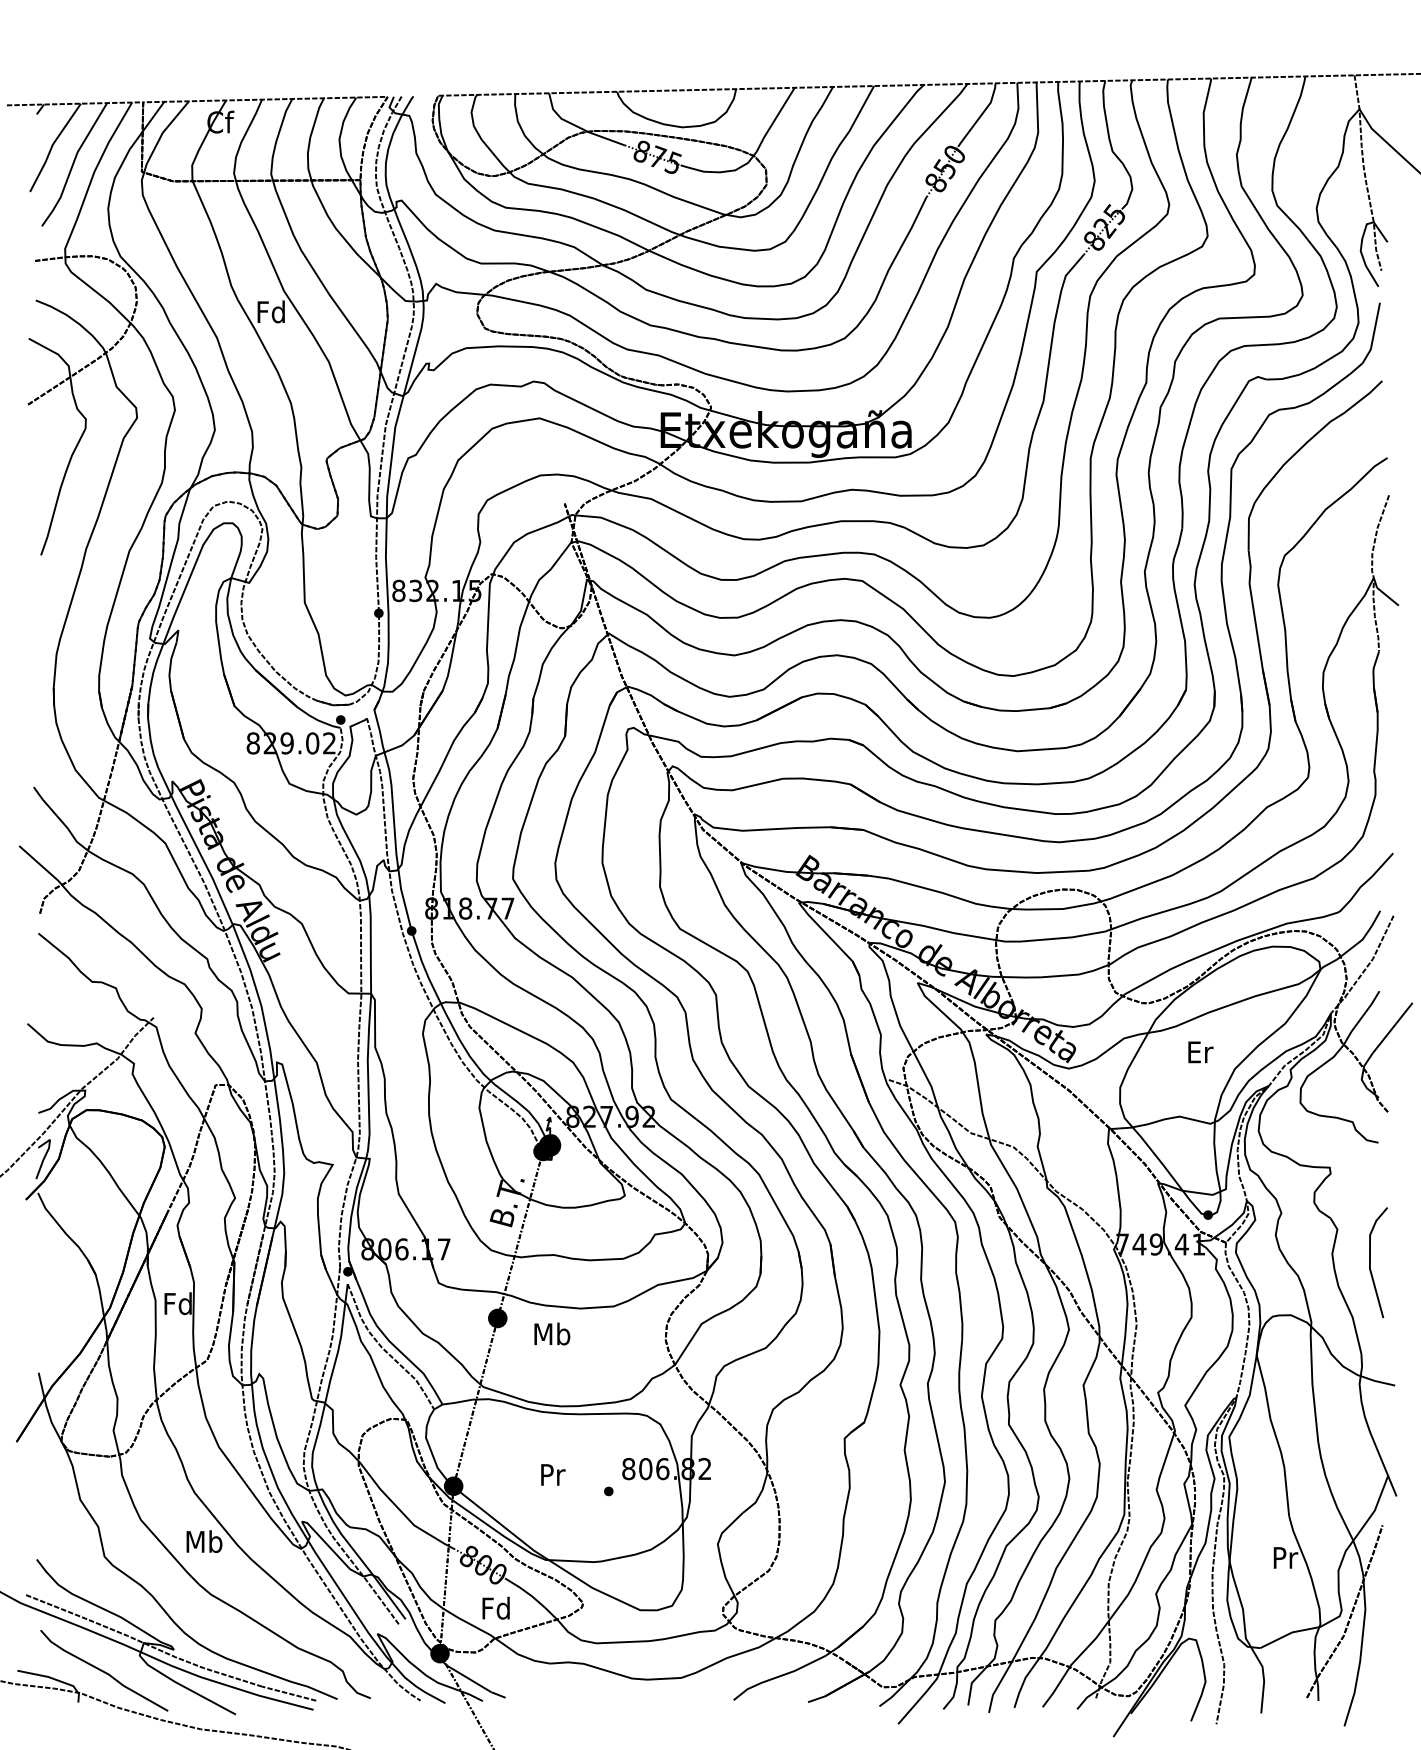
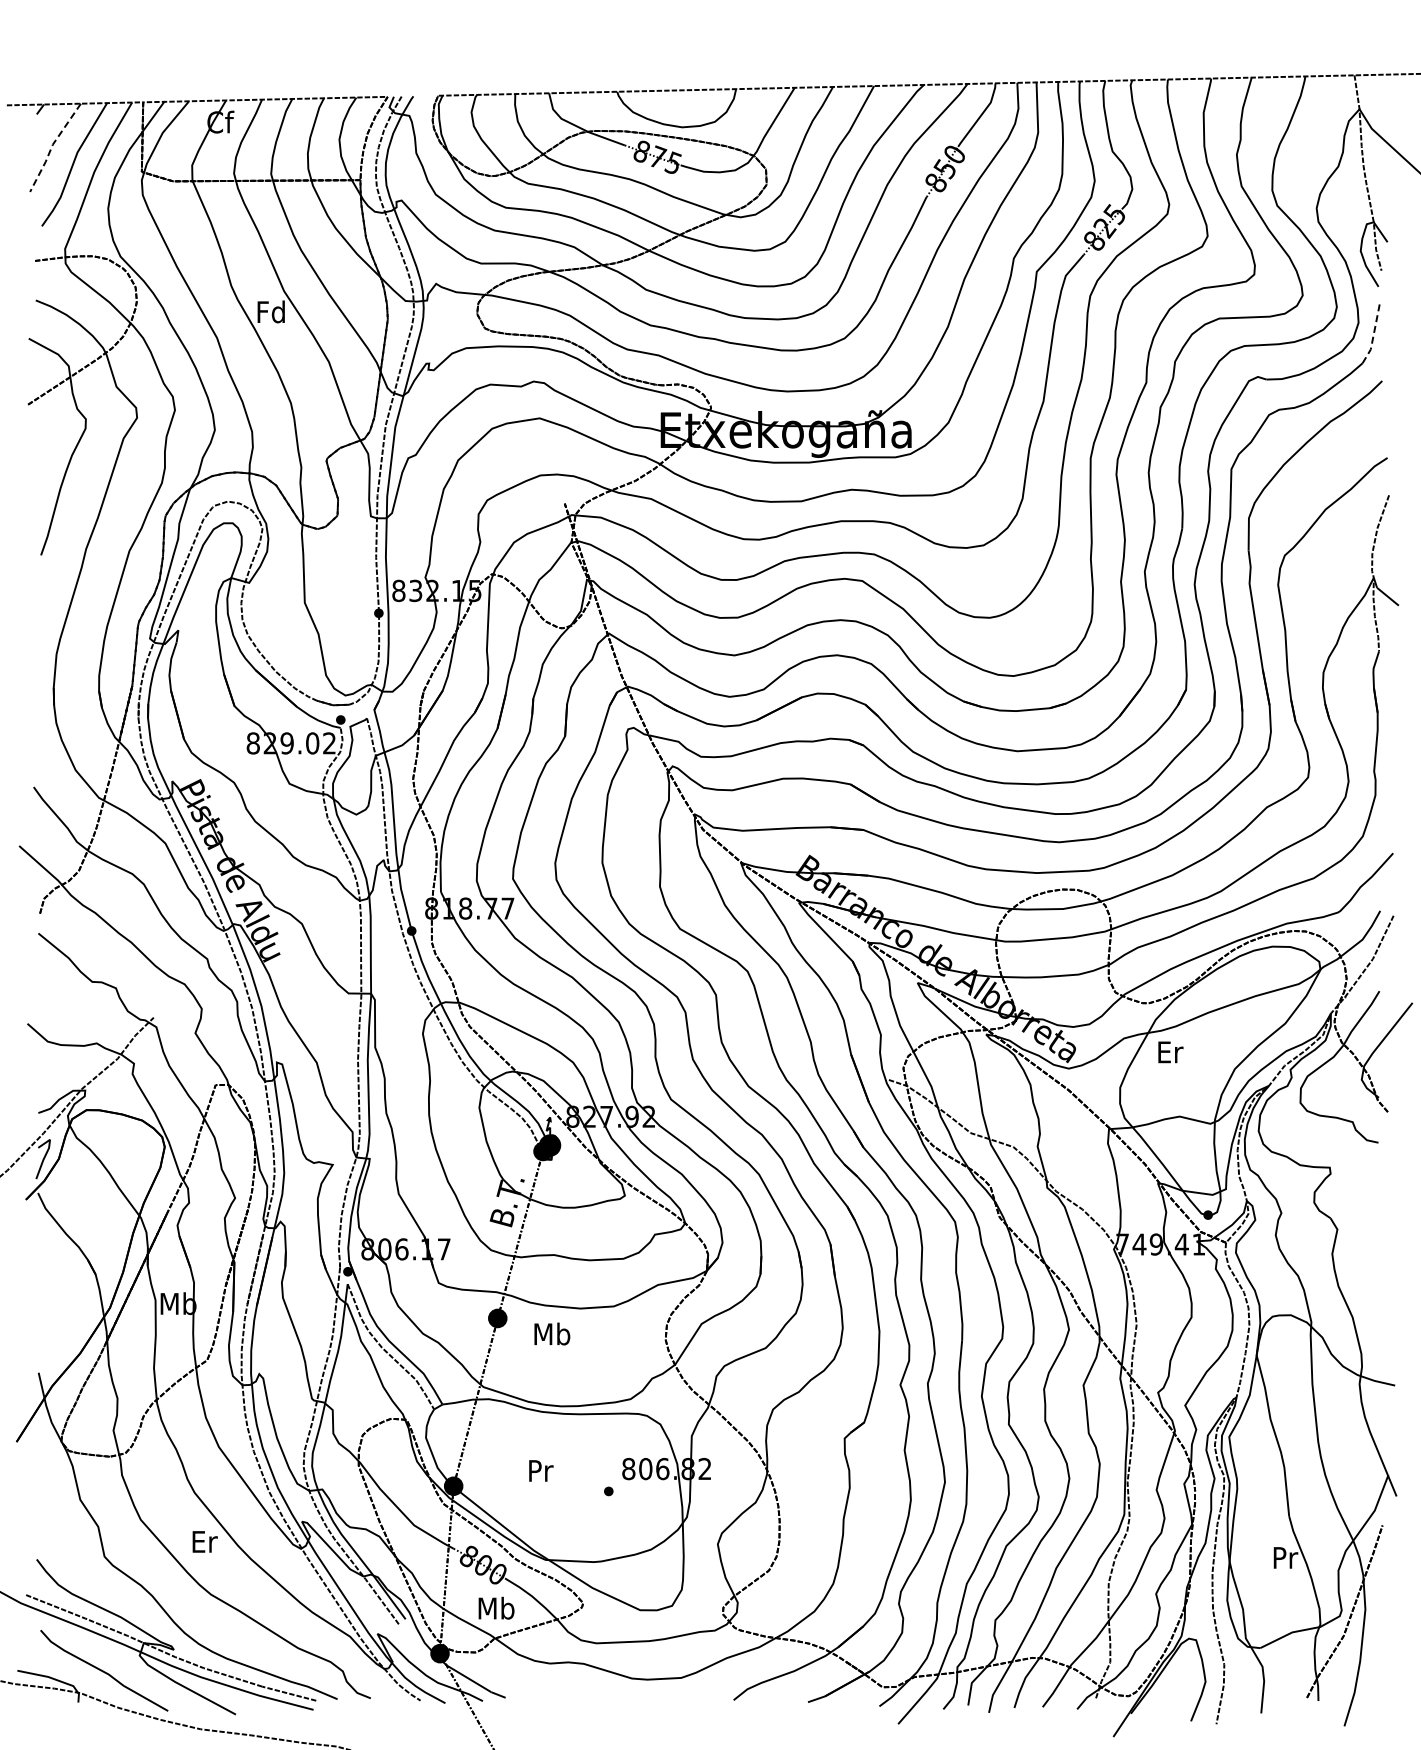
line at (52, 146): solid -> dashed
line at (1373, 334): solid -> dashed
text at (1200, 1052) position: (1200, 1052) -> (1170, 1052)
line at (1370, 1262): present -> none
text at (178, 1303): Fd -> Mb
text at (553, 1474) position: (553, 1474) -> (541, 1470)
text at (204, 1541): Mb -> Er
text at (496, 1607): Fd -> Mb
